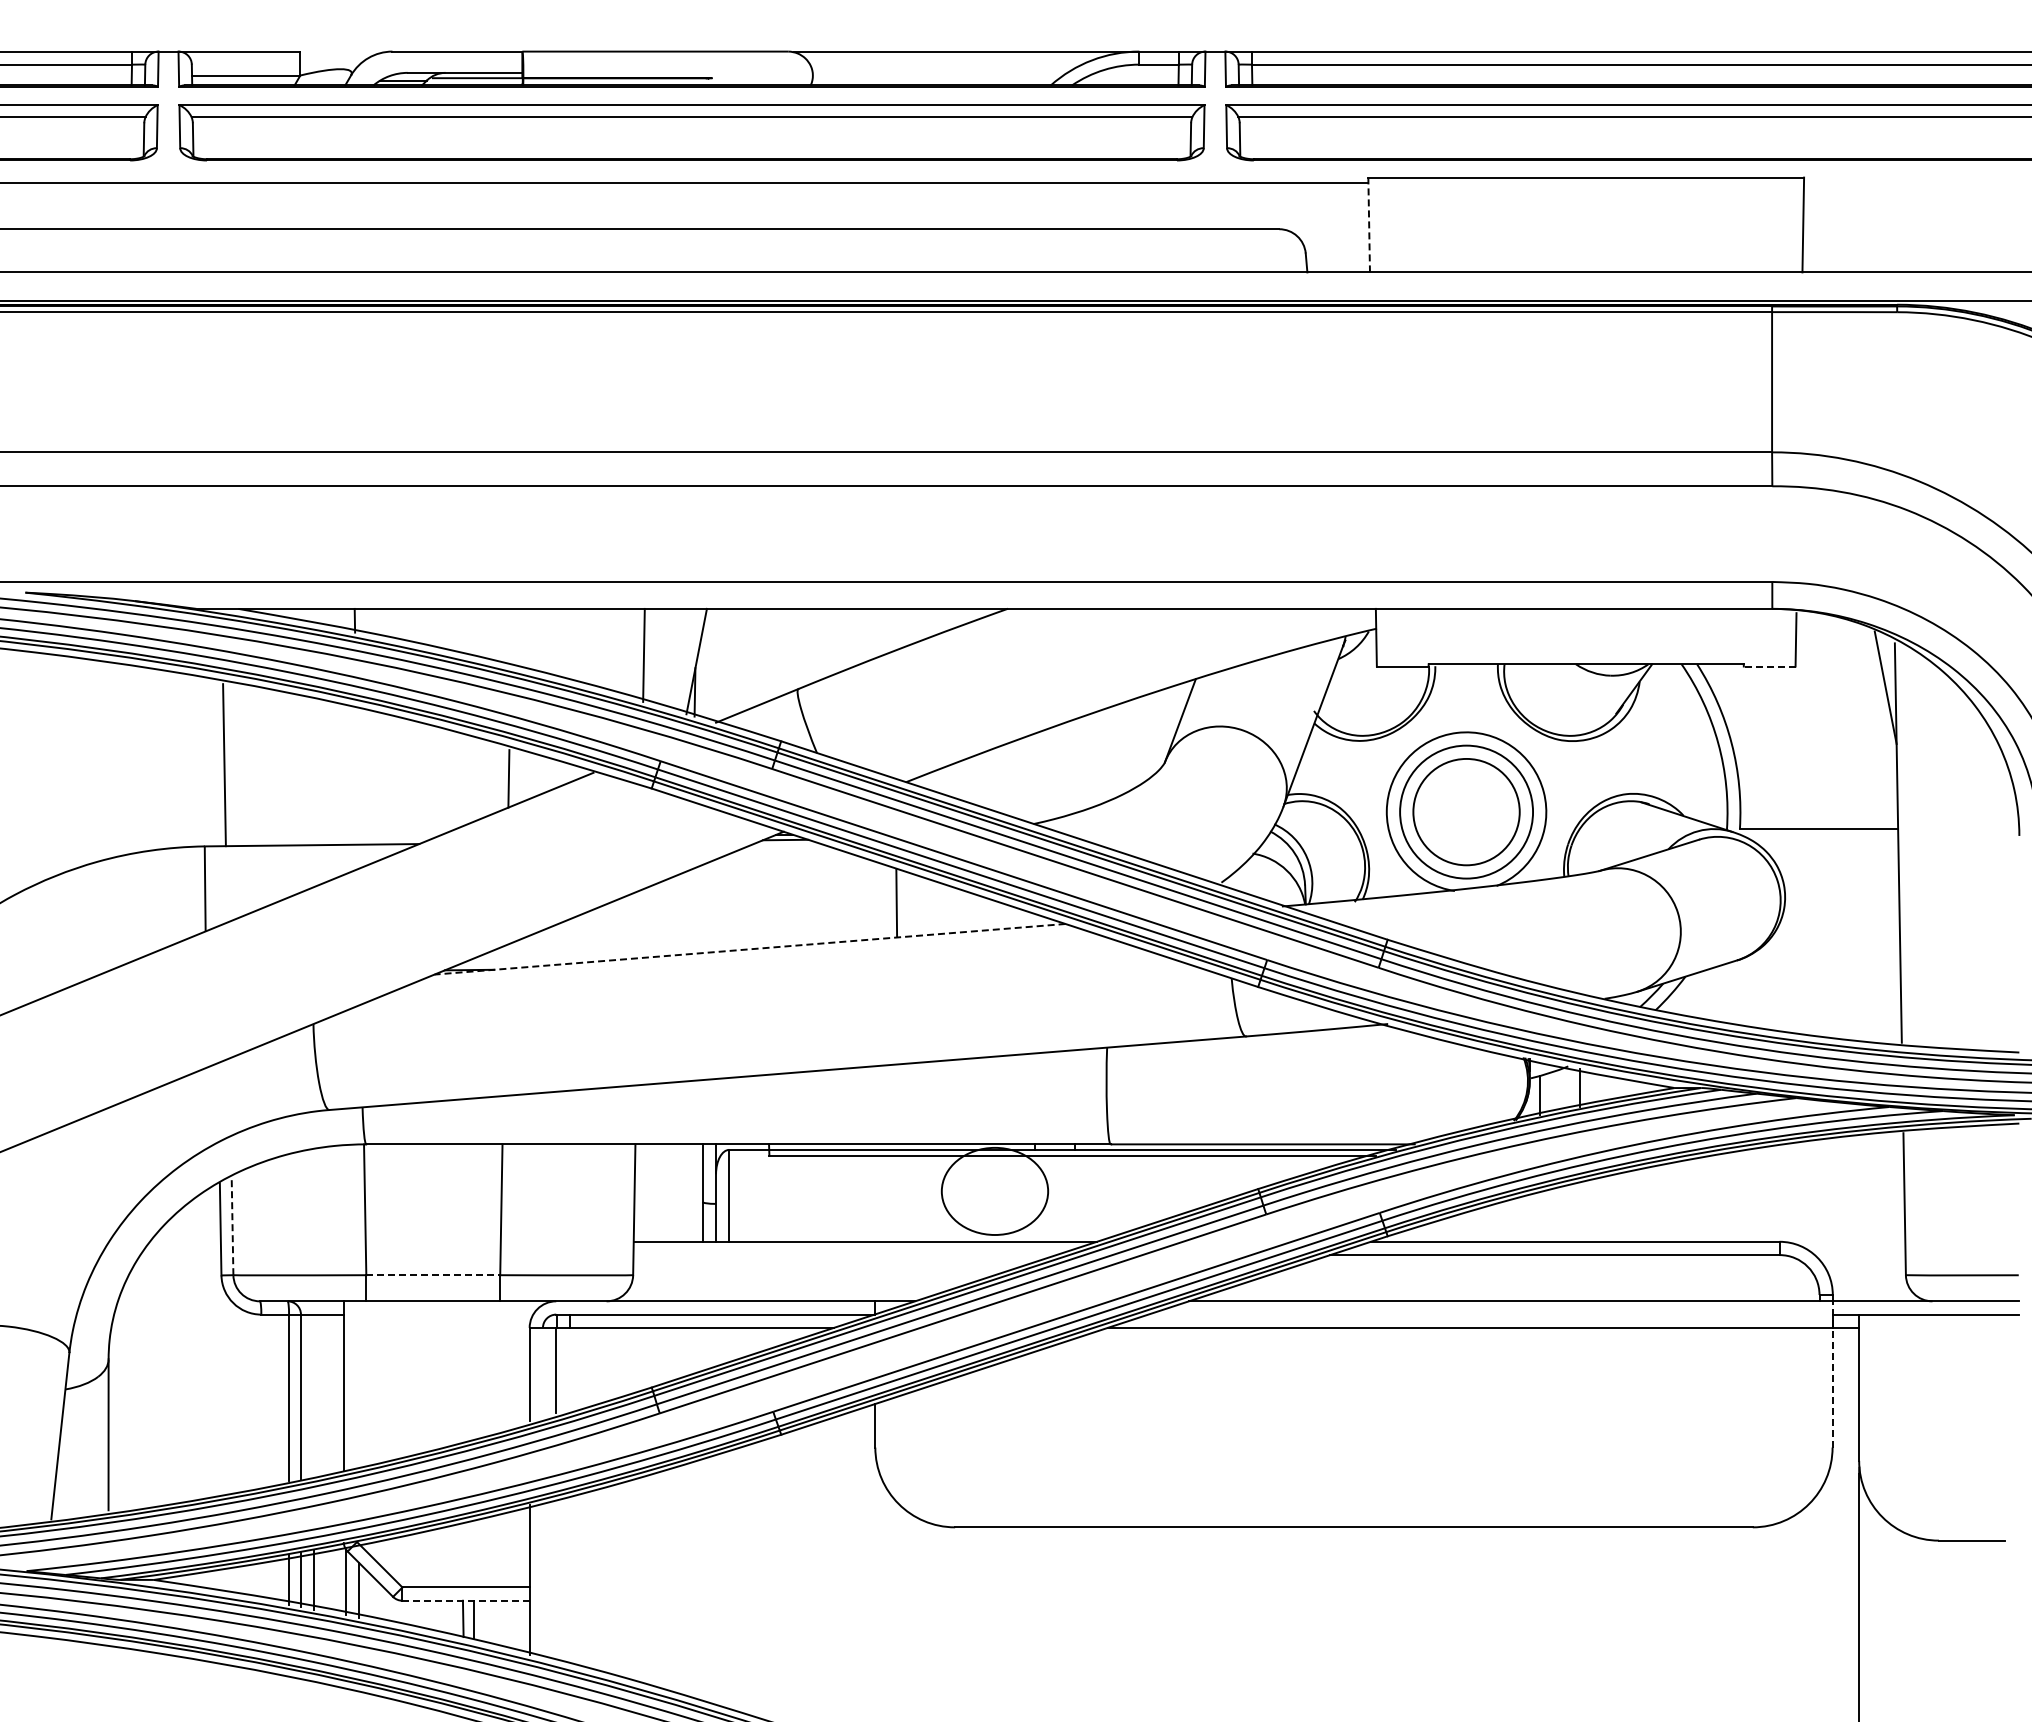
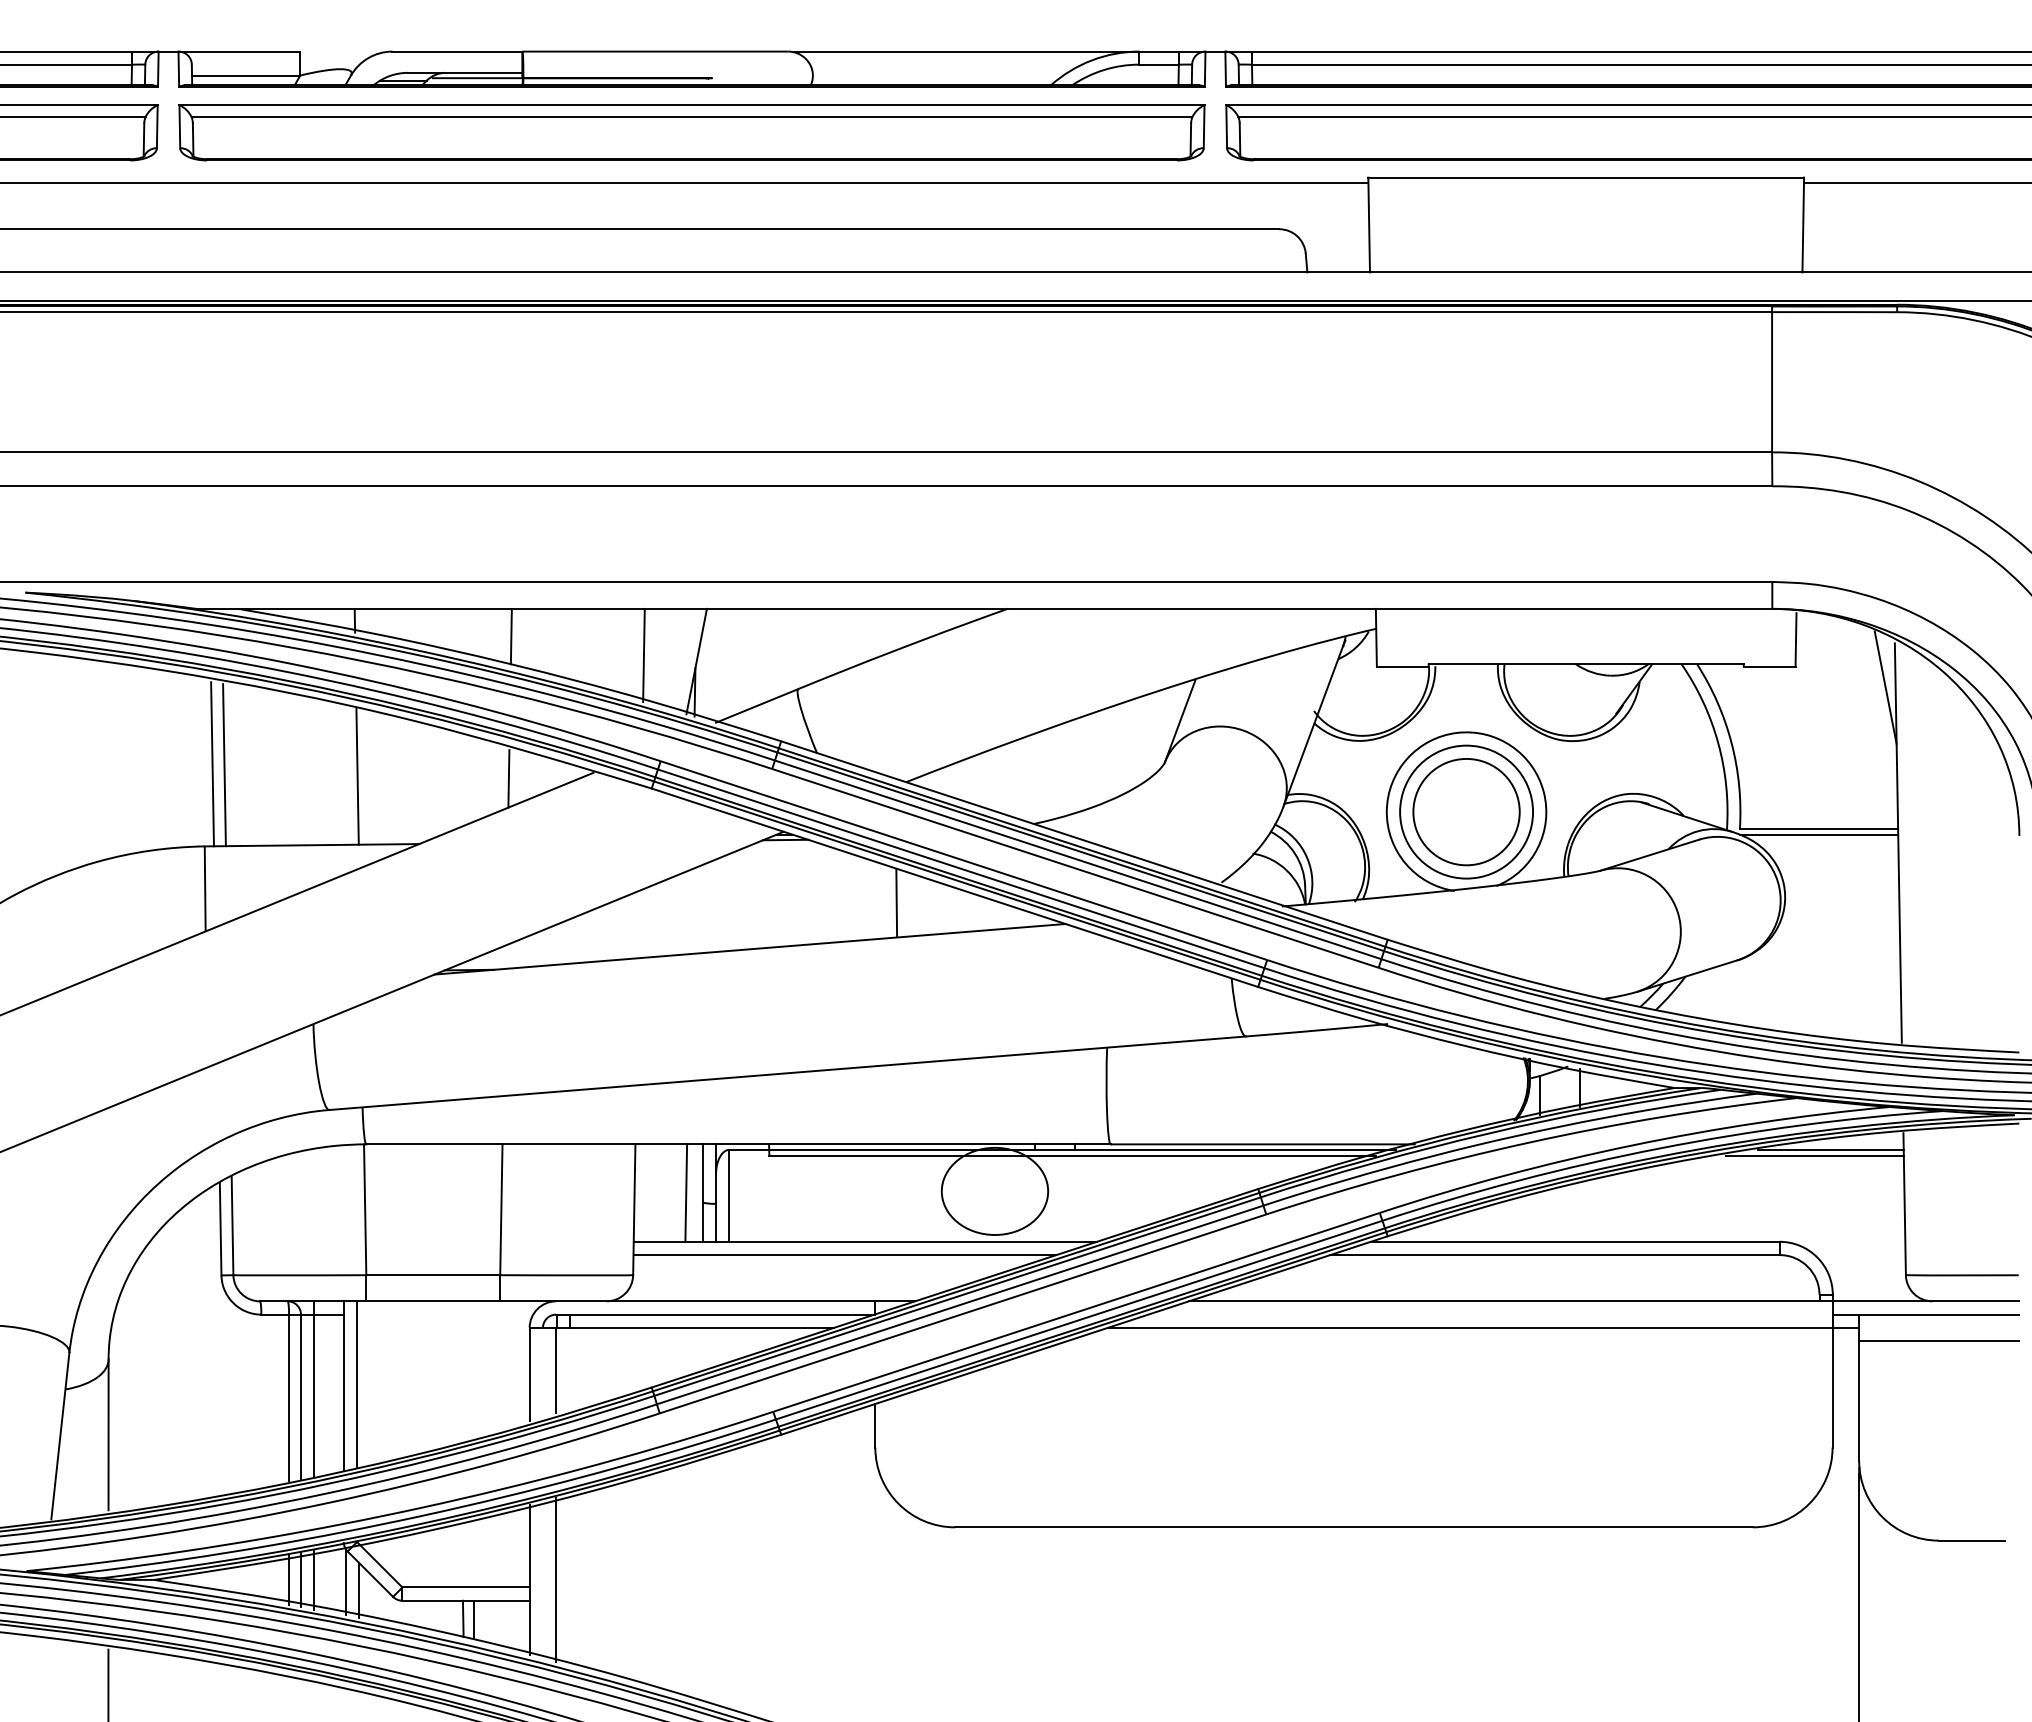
line at (1915, 183): none -> present
line at (1369, 224): dashed -> solid
line at (510, 636): none -> present
line at (1769, 666): dashed -> solid
line at (212, 764): none -> present
line at (357, 776): none -> present
line at (1819, 834): none -> present
line at (750, 949): dashed -> solid
line at (1830, 1149): none -> present
line at (1814, 1155): none -> present
line at (686, 1192): none -> present
line at (232, 1225): dashed -> solid
line at (844, 1255): none -> present
line at (433, 1275): dashed -> solid
line at (1939, 1341): none -> present
line at (1832, 1373): dashed -> solid
line at (357, 1384): none -> present
line at (314, 1389): none -> present
line at (556, 1579): none -> present
line at (466, 1600): dashed -> solid
line at (108, 1683): none -> present
